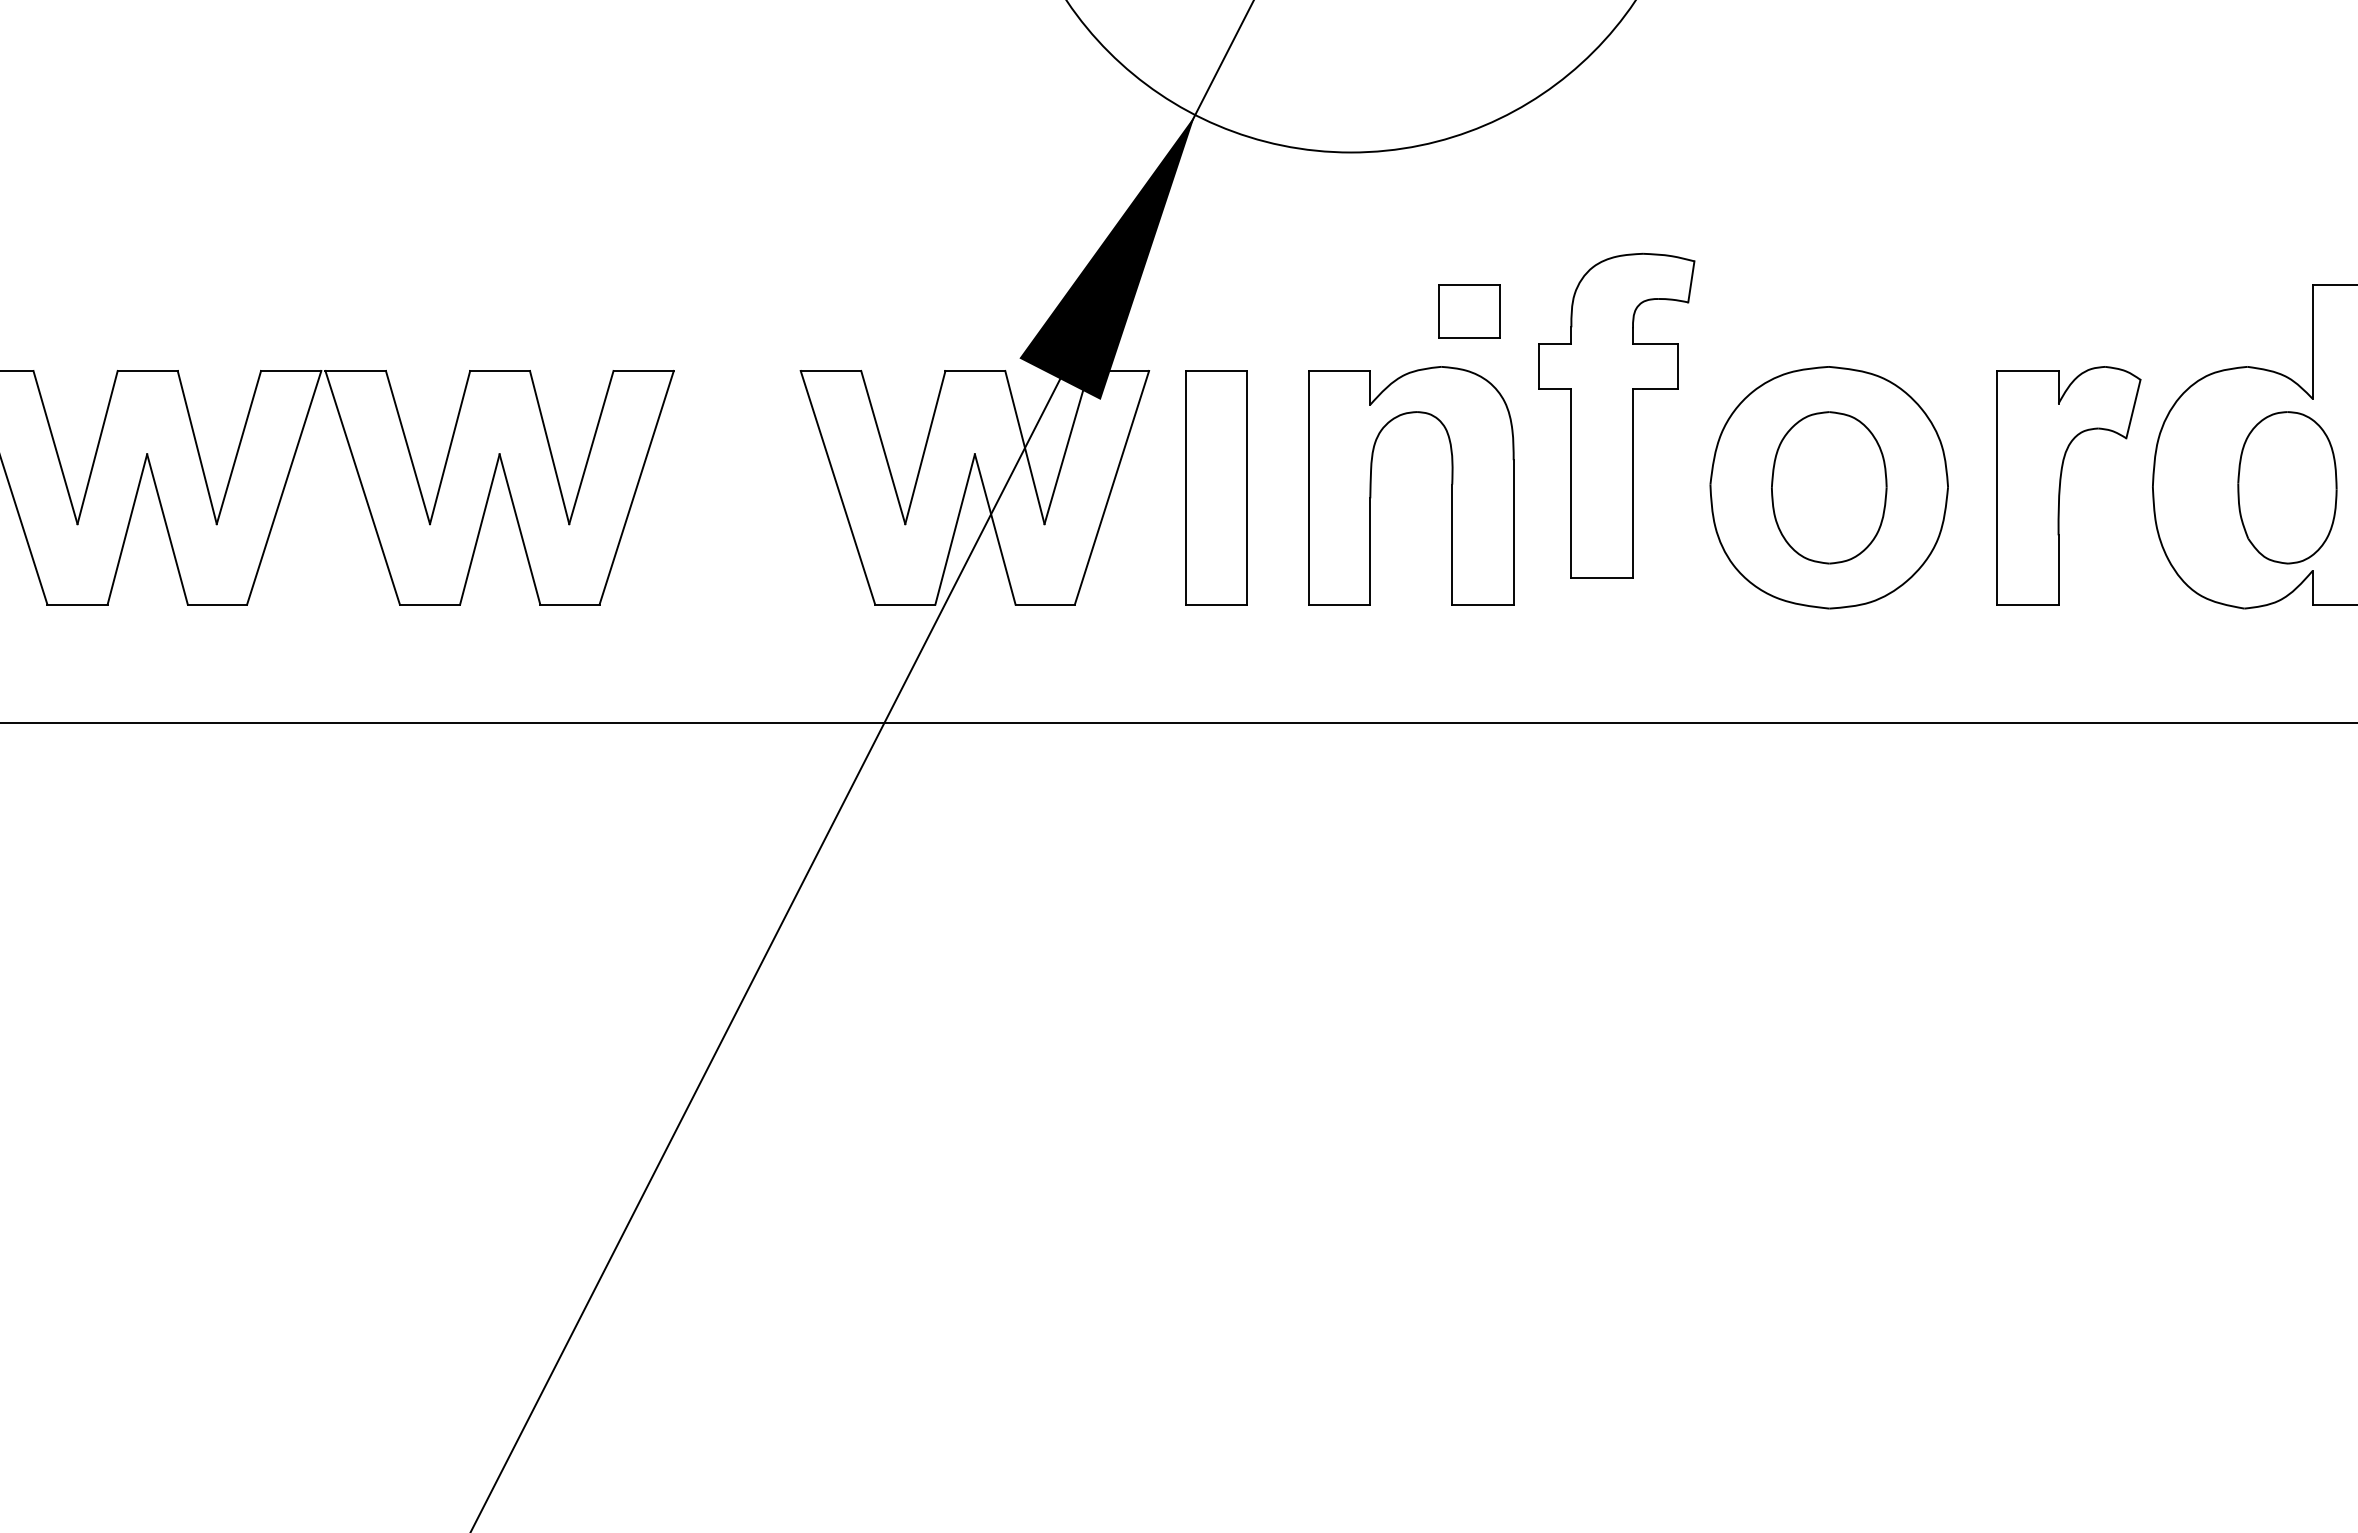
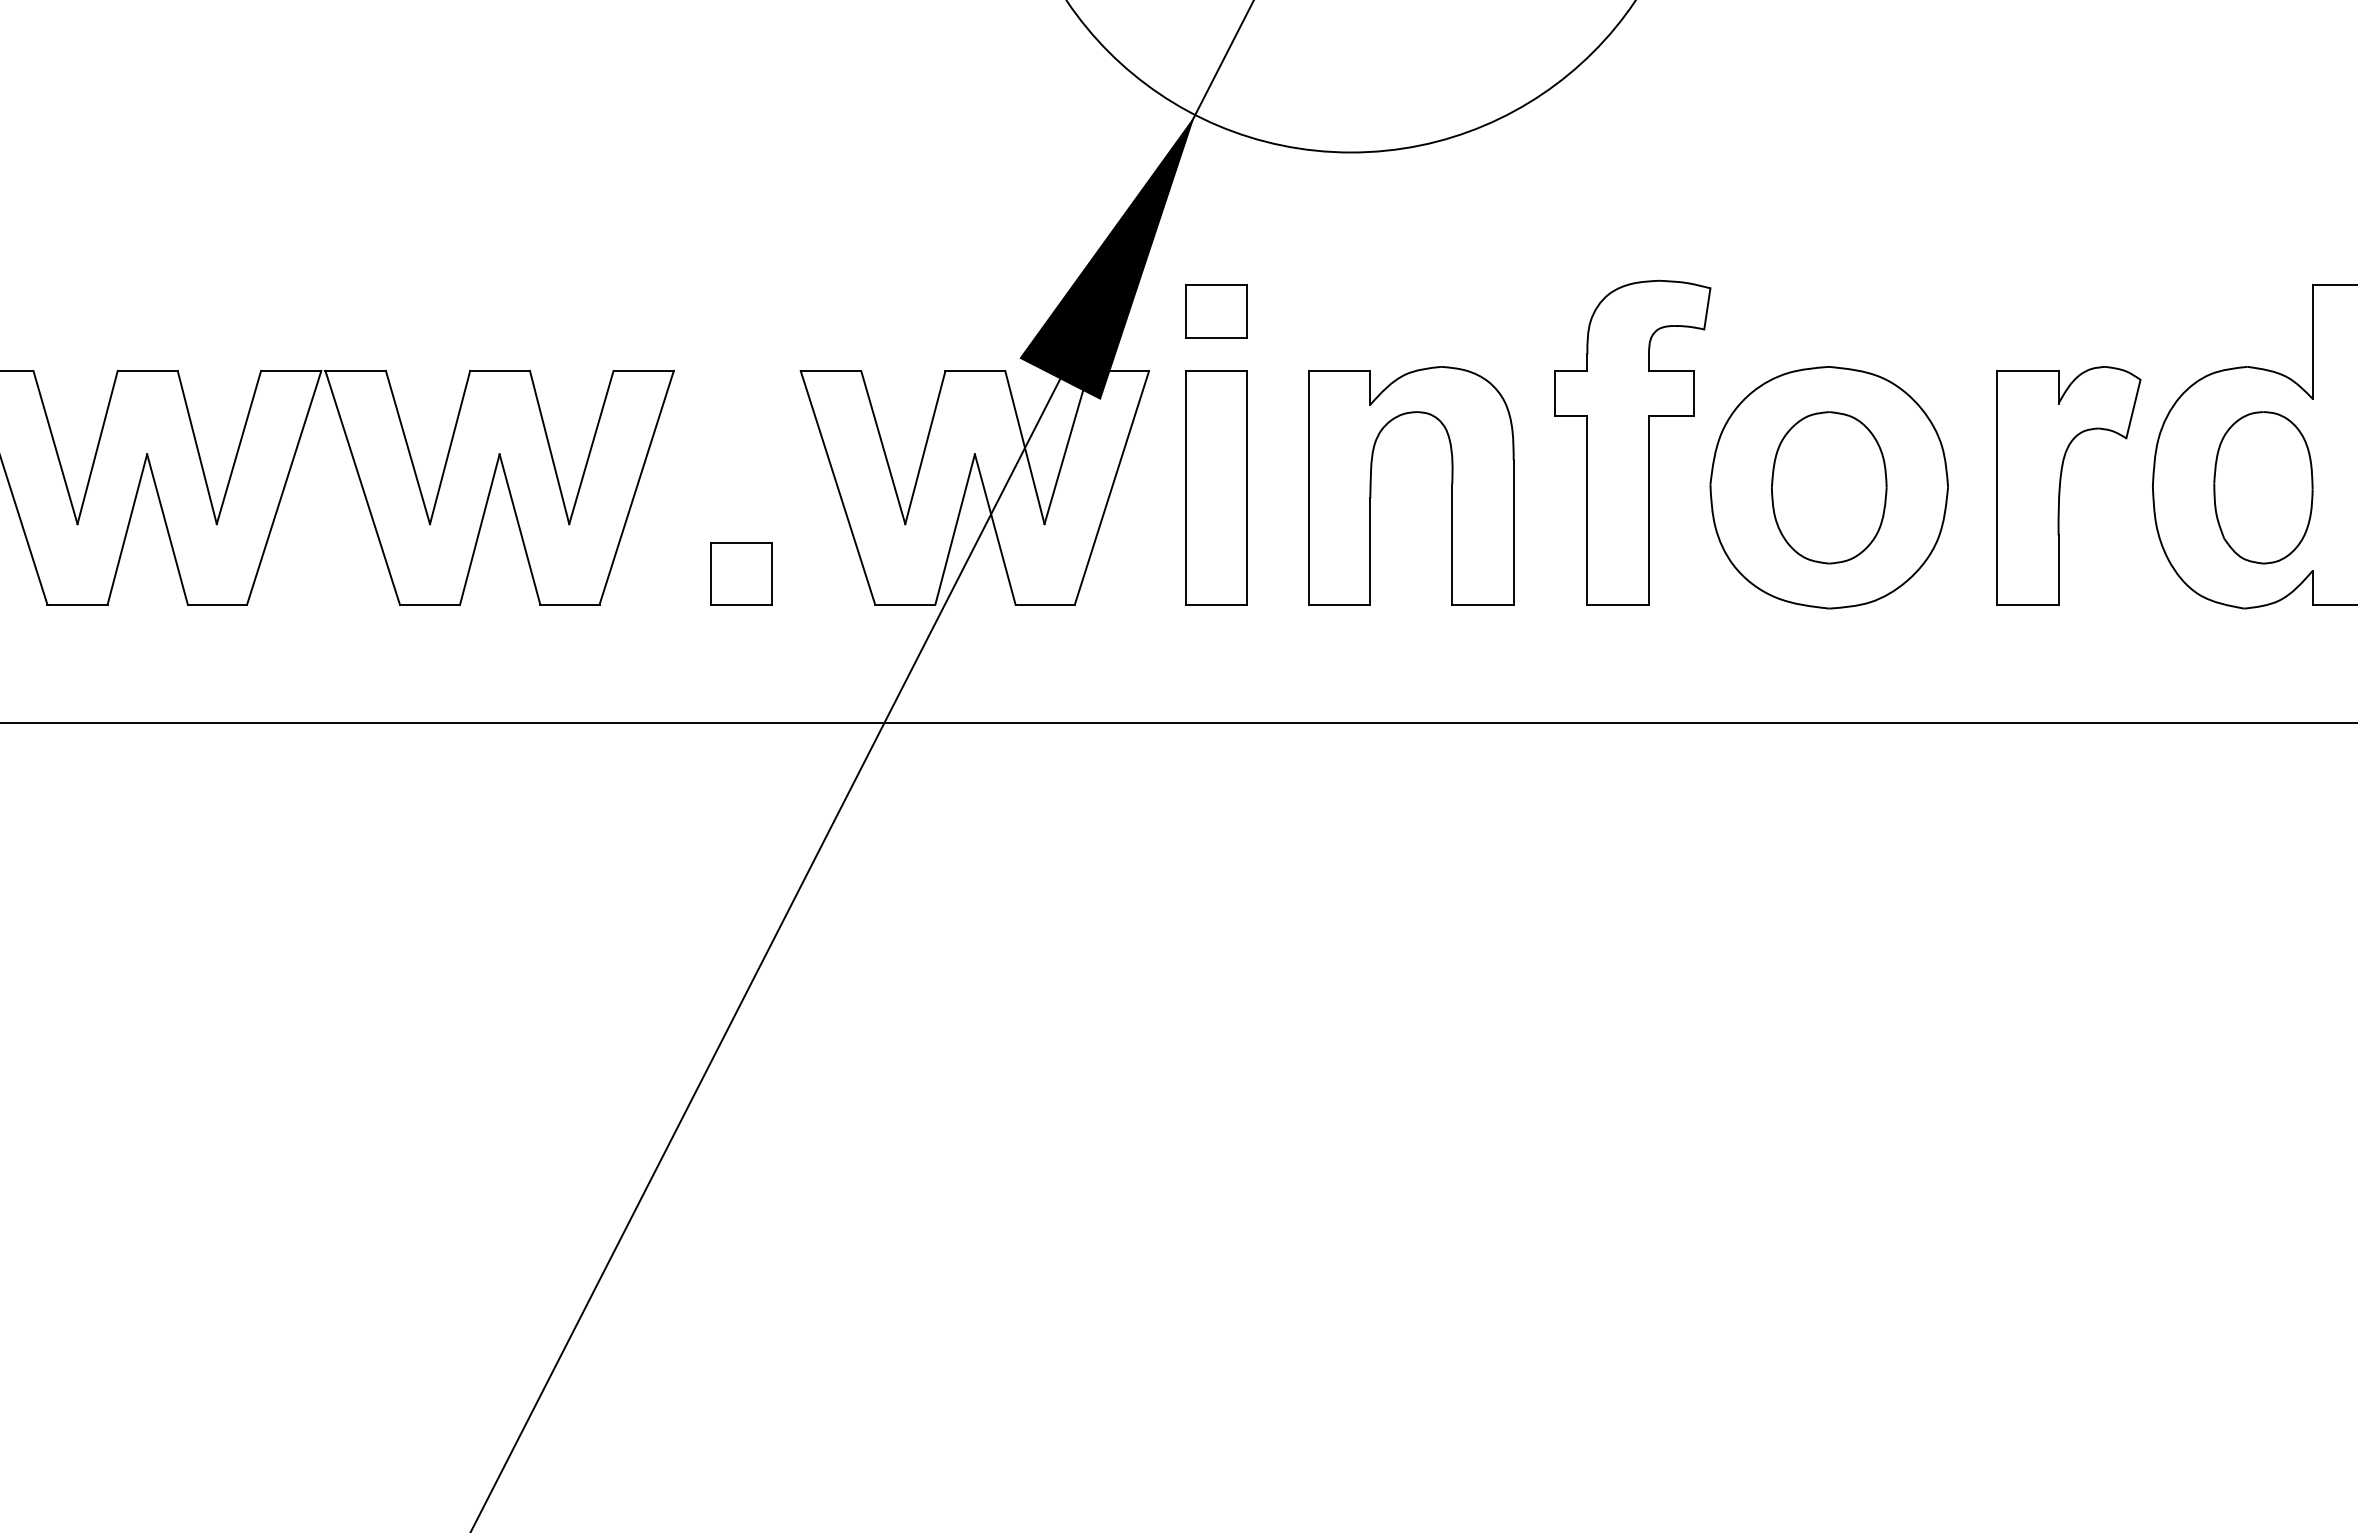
part at (1469, 311) position: (1469, 311) -> (1216, 311)
part at (1616, 415) position: (1616, 415) -> (1632, 442)
part at (2287, 487) position: (2287, 487) -> (2263, 487)
part at (741, 573): none -> present
